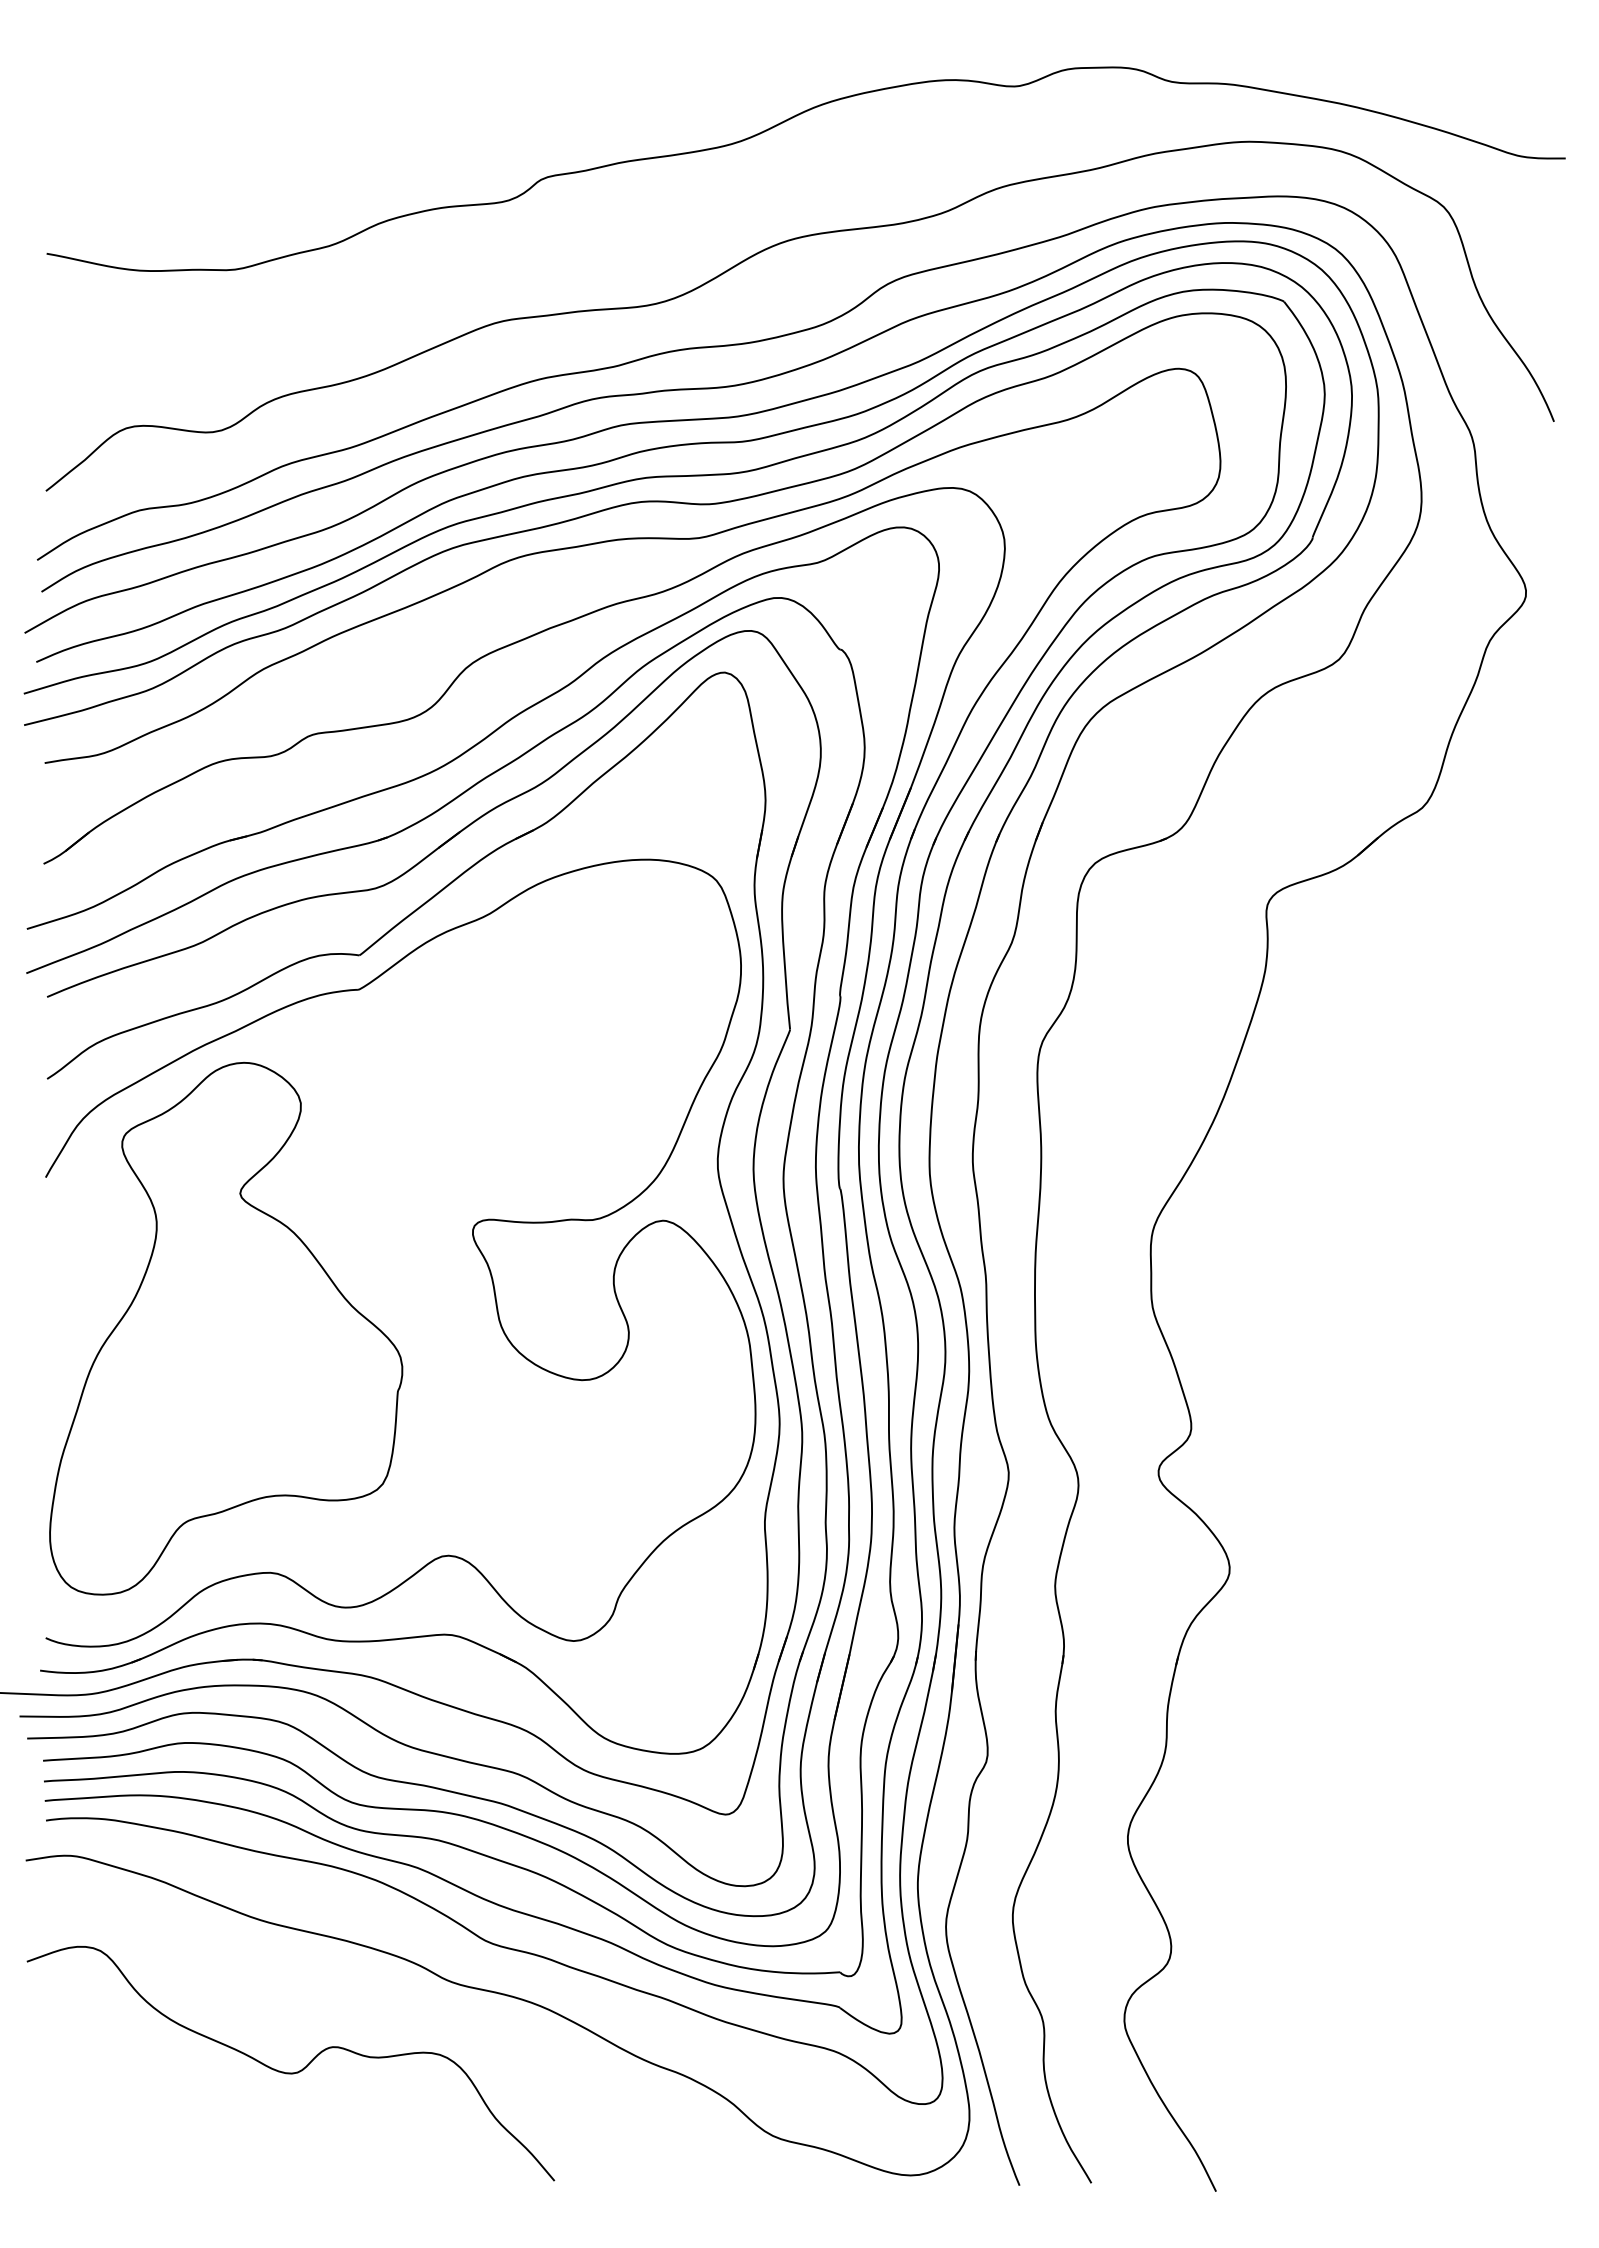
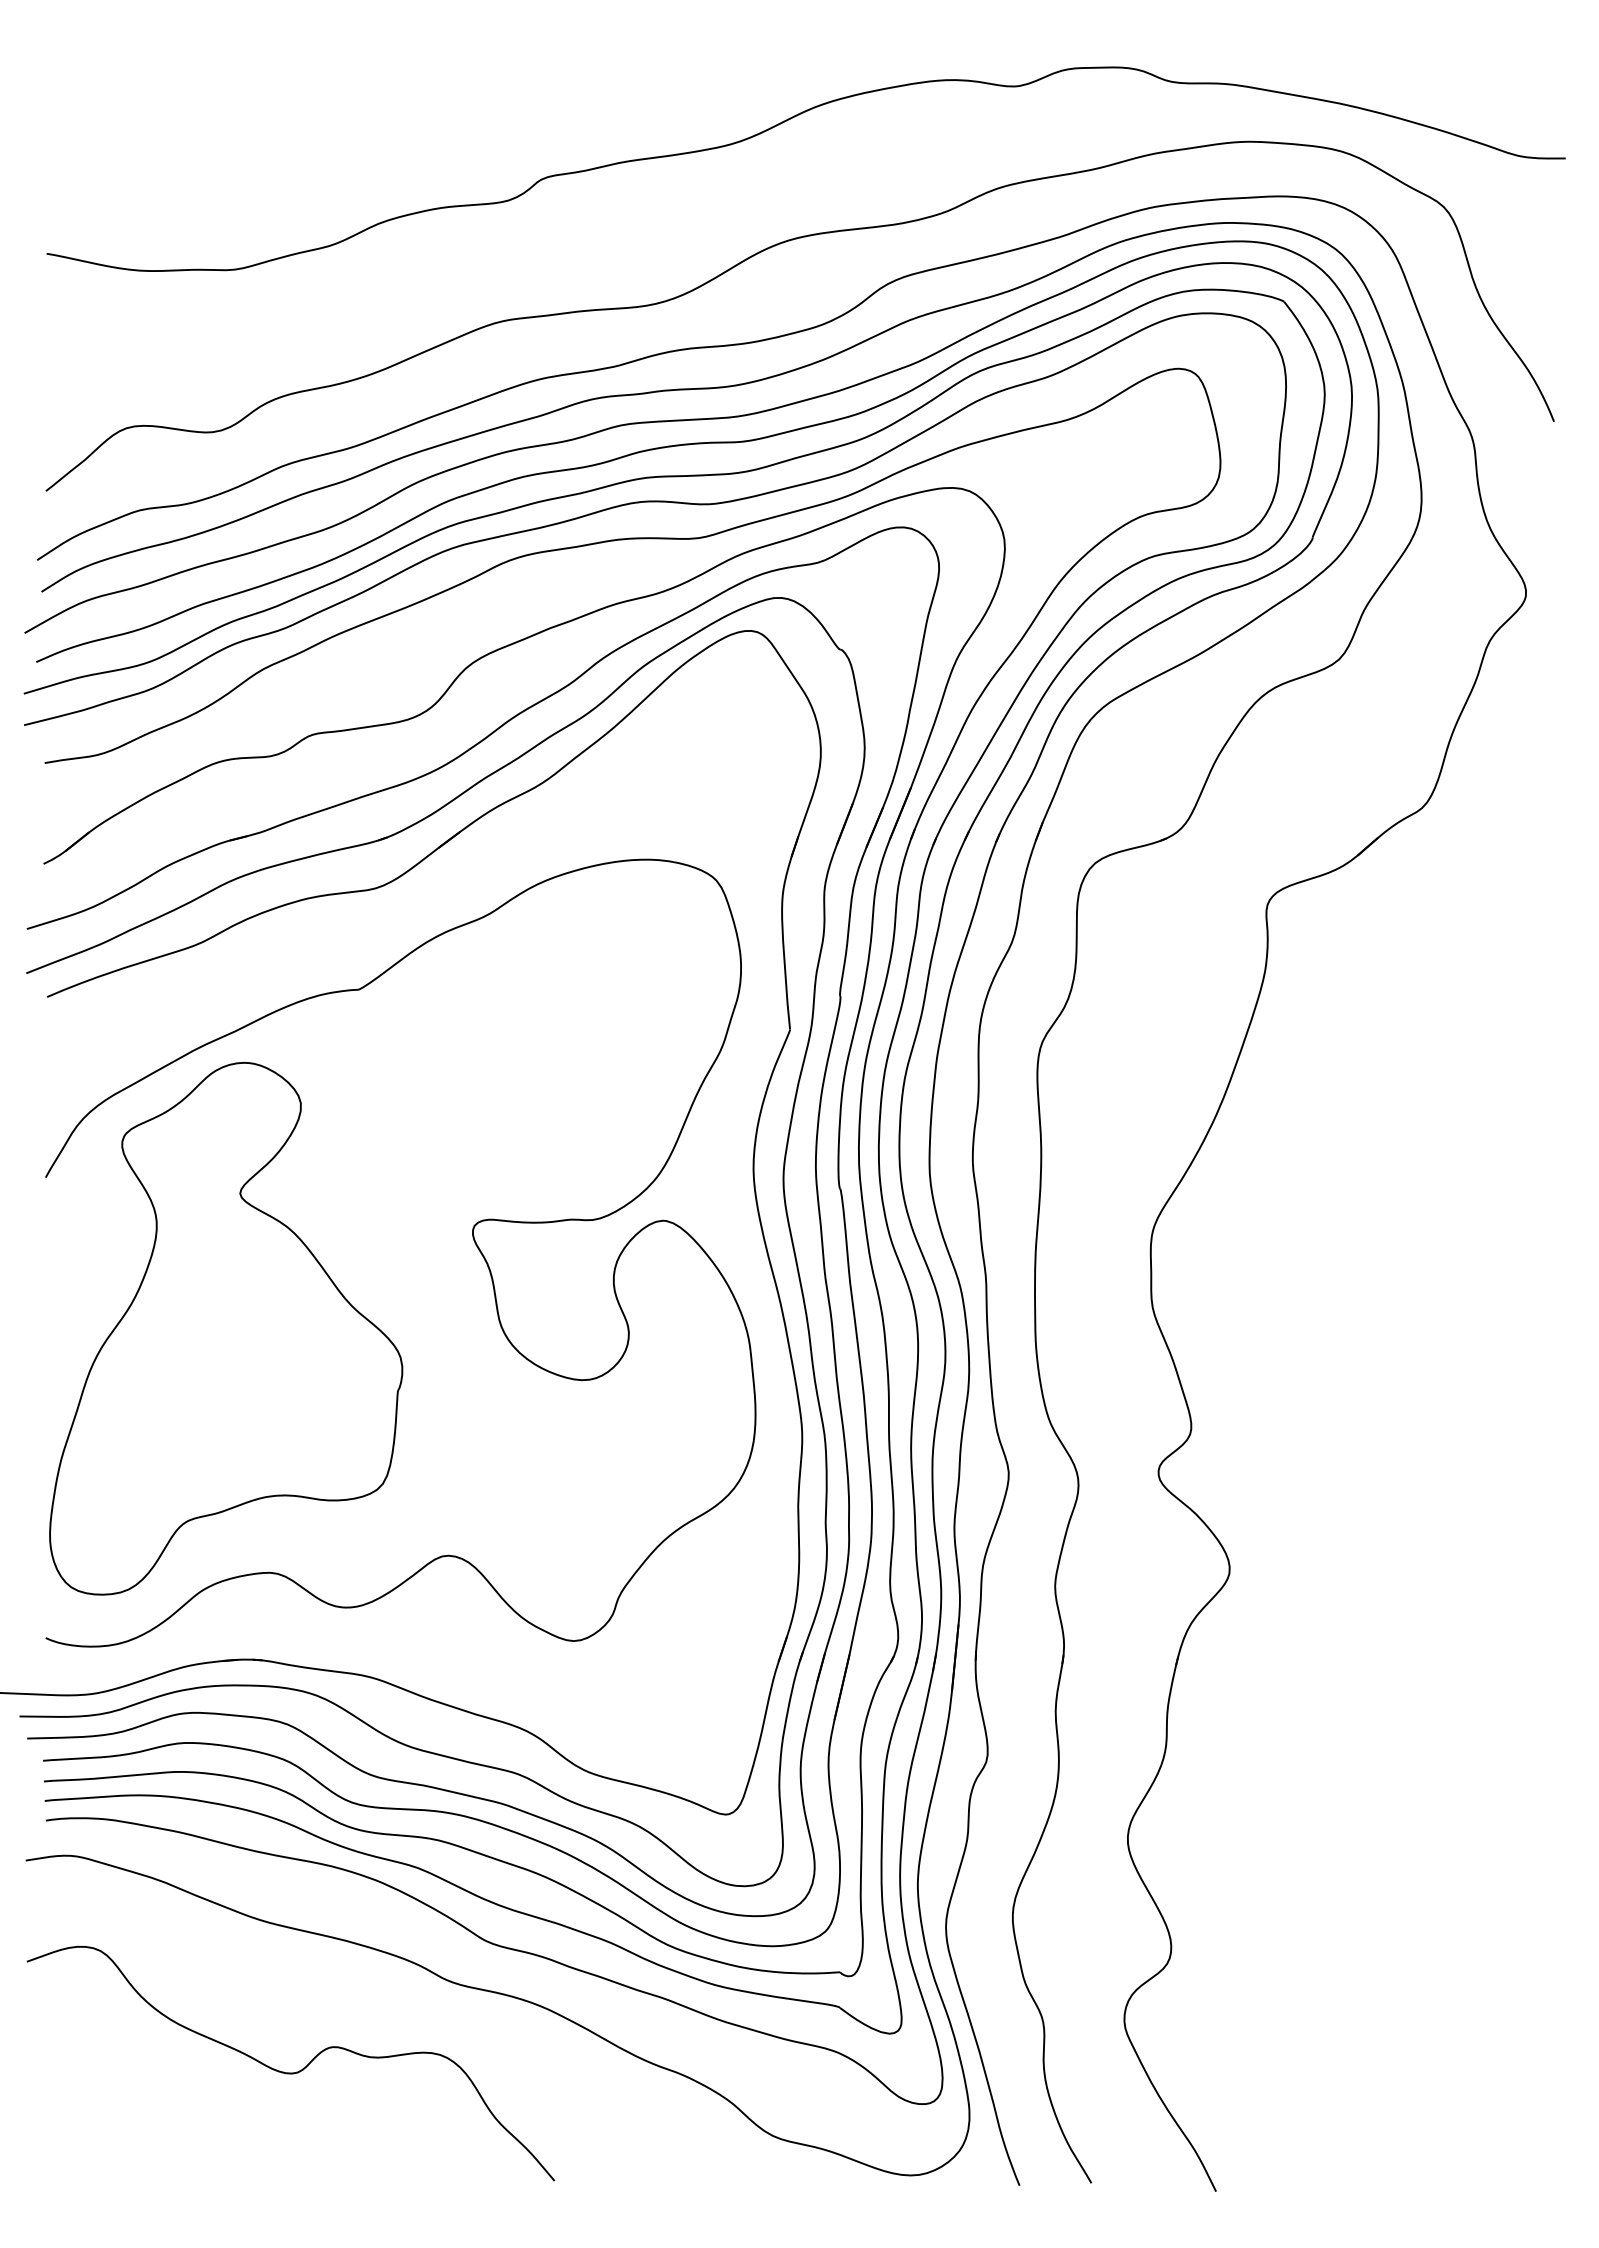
part at (359, 956): present -> none
